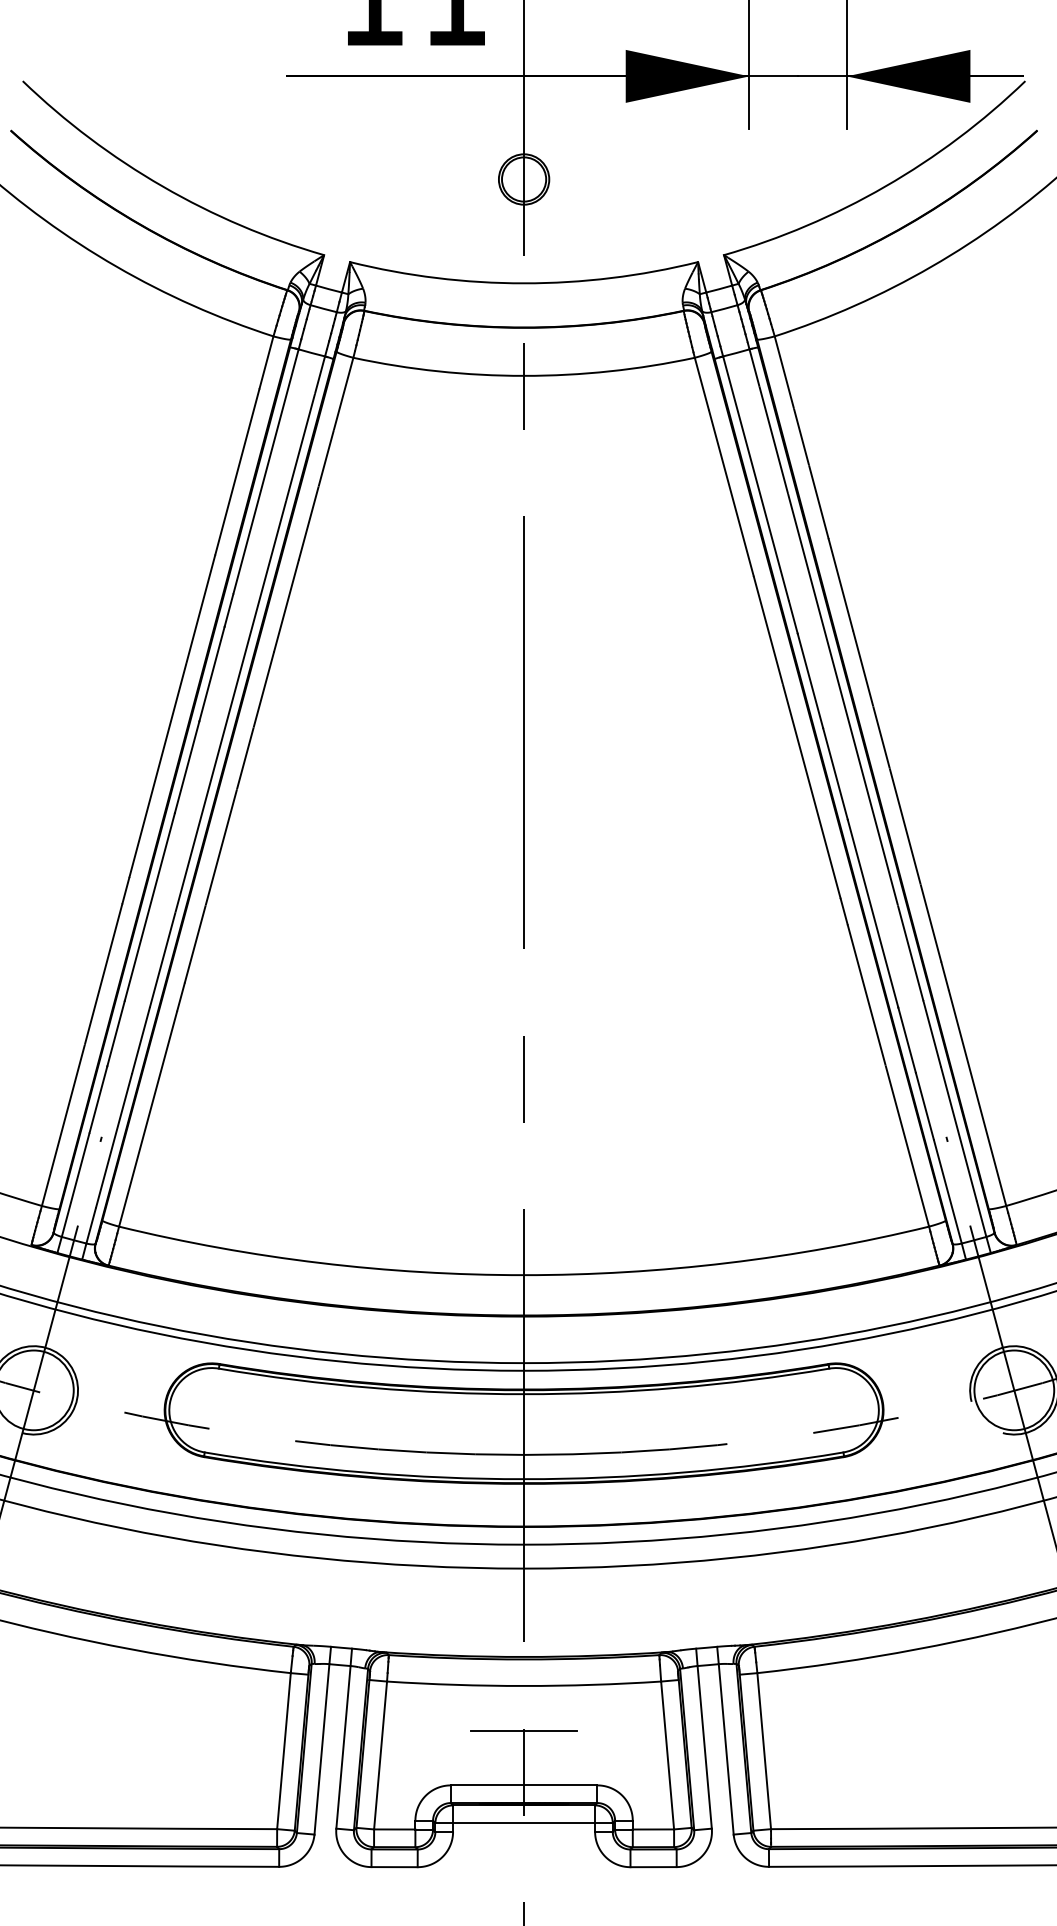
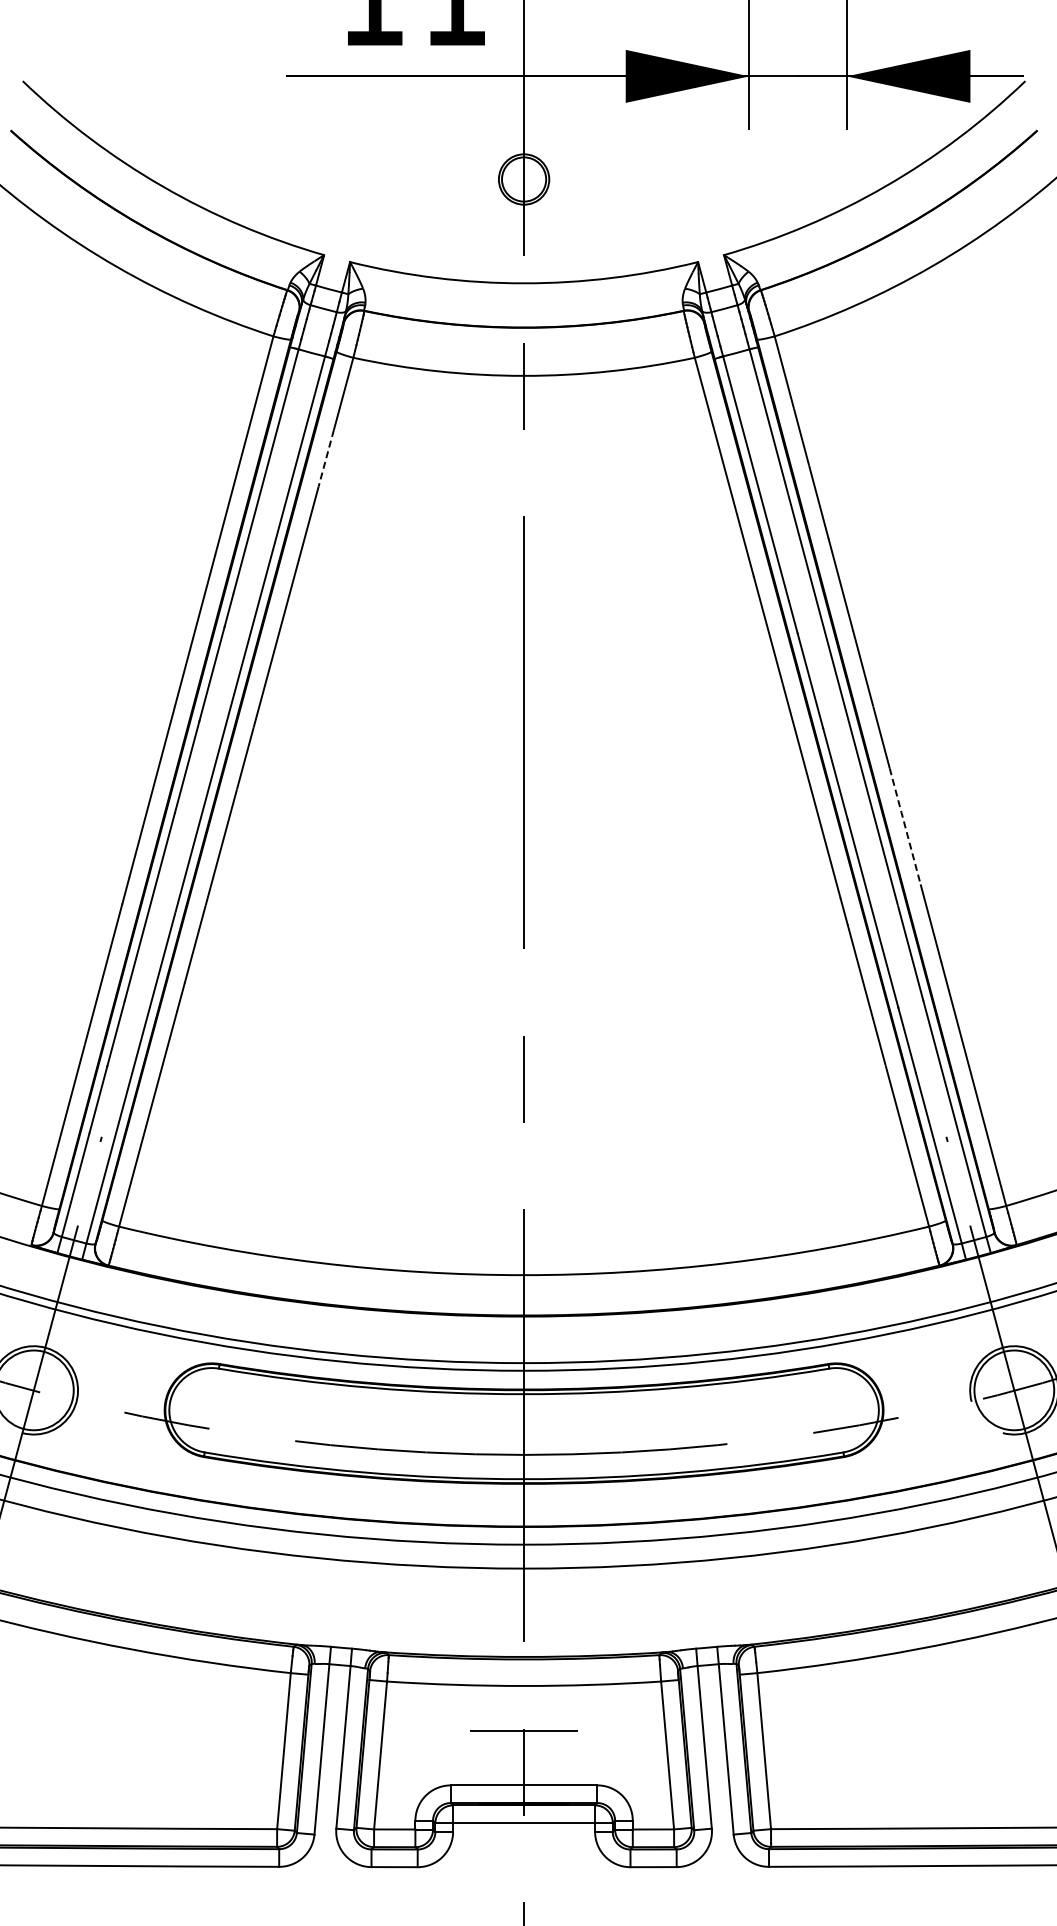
line at (325, 459): solid -> dashed
line at (905, 826): solid -> dashed
